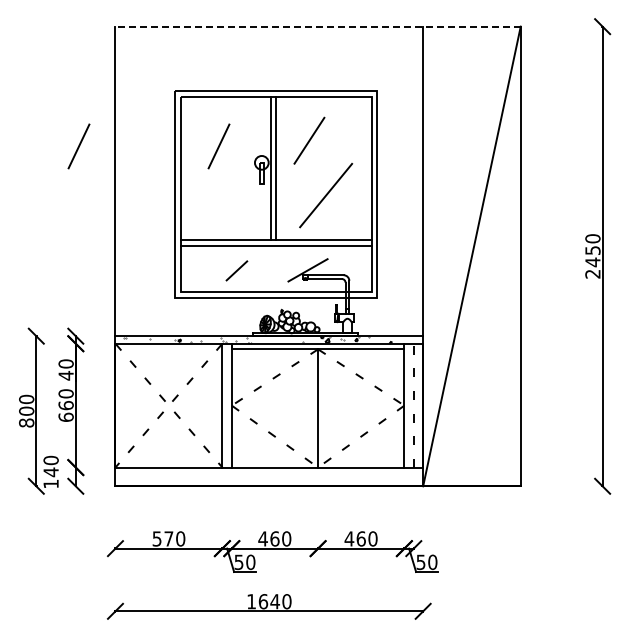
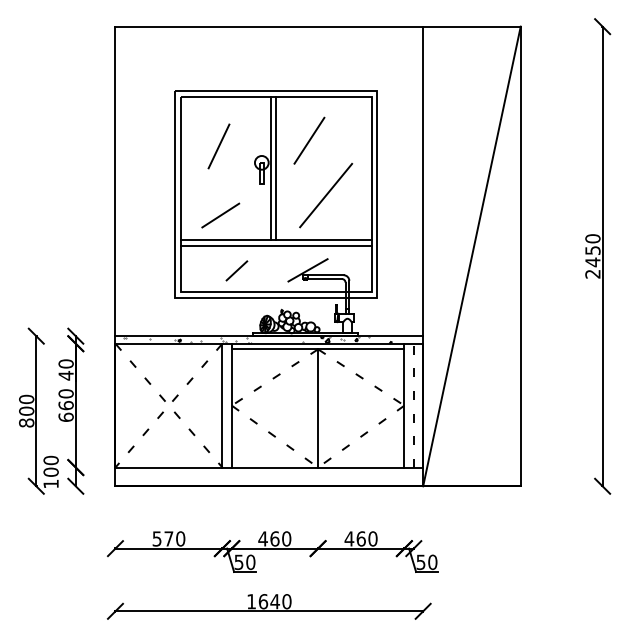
line at (318, 26): dashed -> solid
line at (78, 146): present -> none
line at (220, 215): none -> present
text at (50, 472): 140 -> 100
